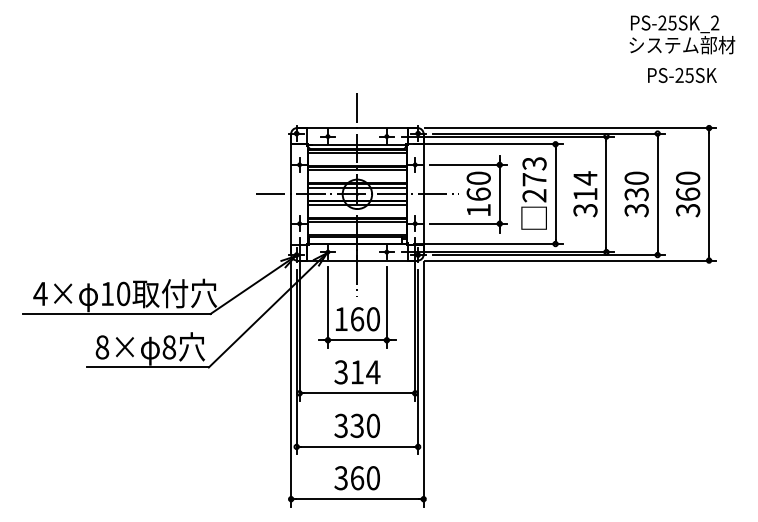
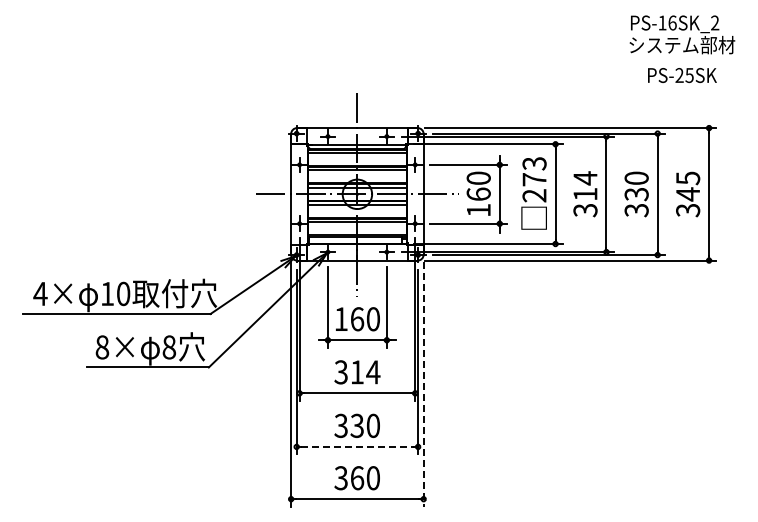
text at (667, 22): PS-25SK_2 -> PS-16SK_2
text at (688, 186): 360 -> 345
line at (423, 384): solid -> dashed
line at (357, 446): solid -> dashed
